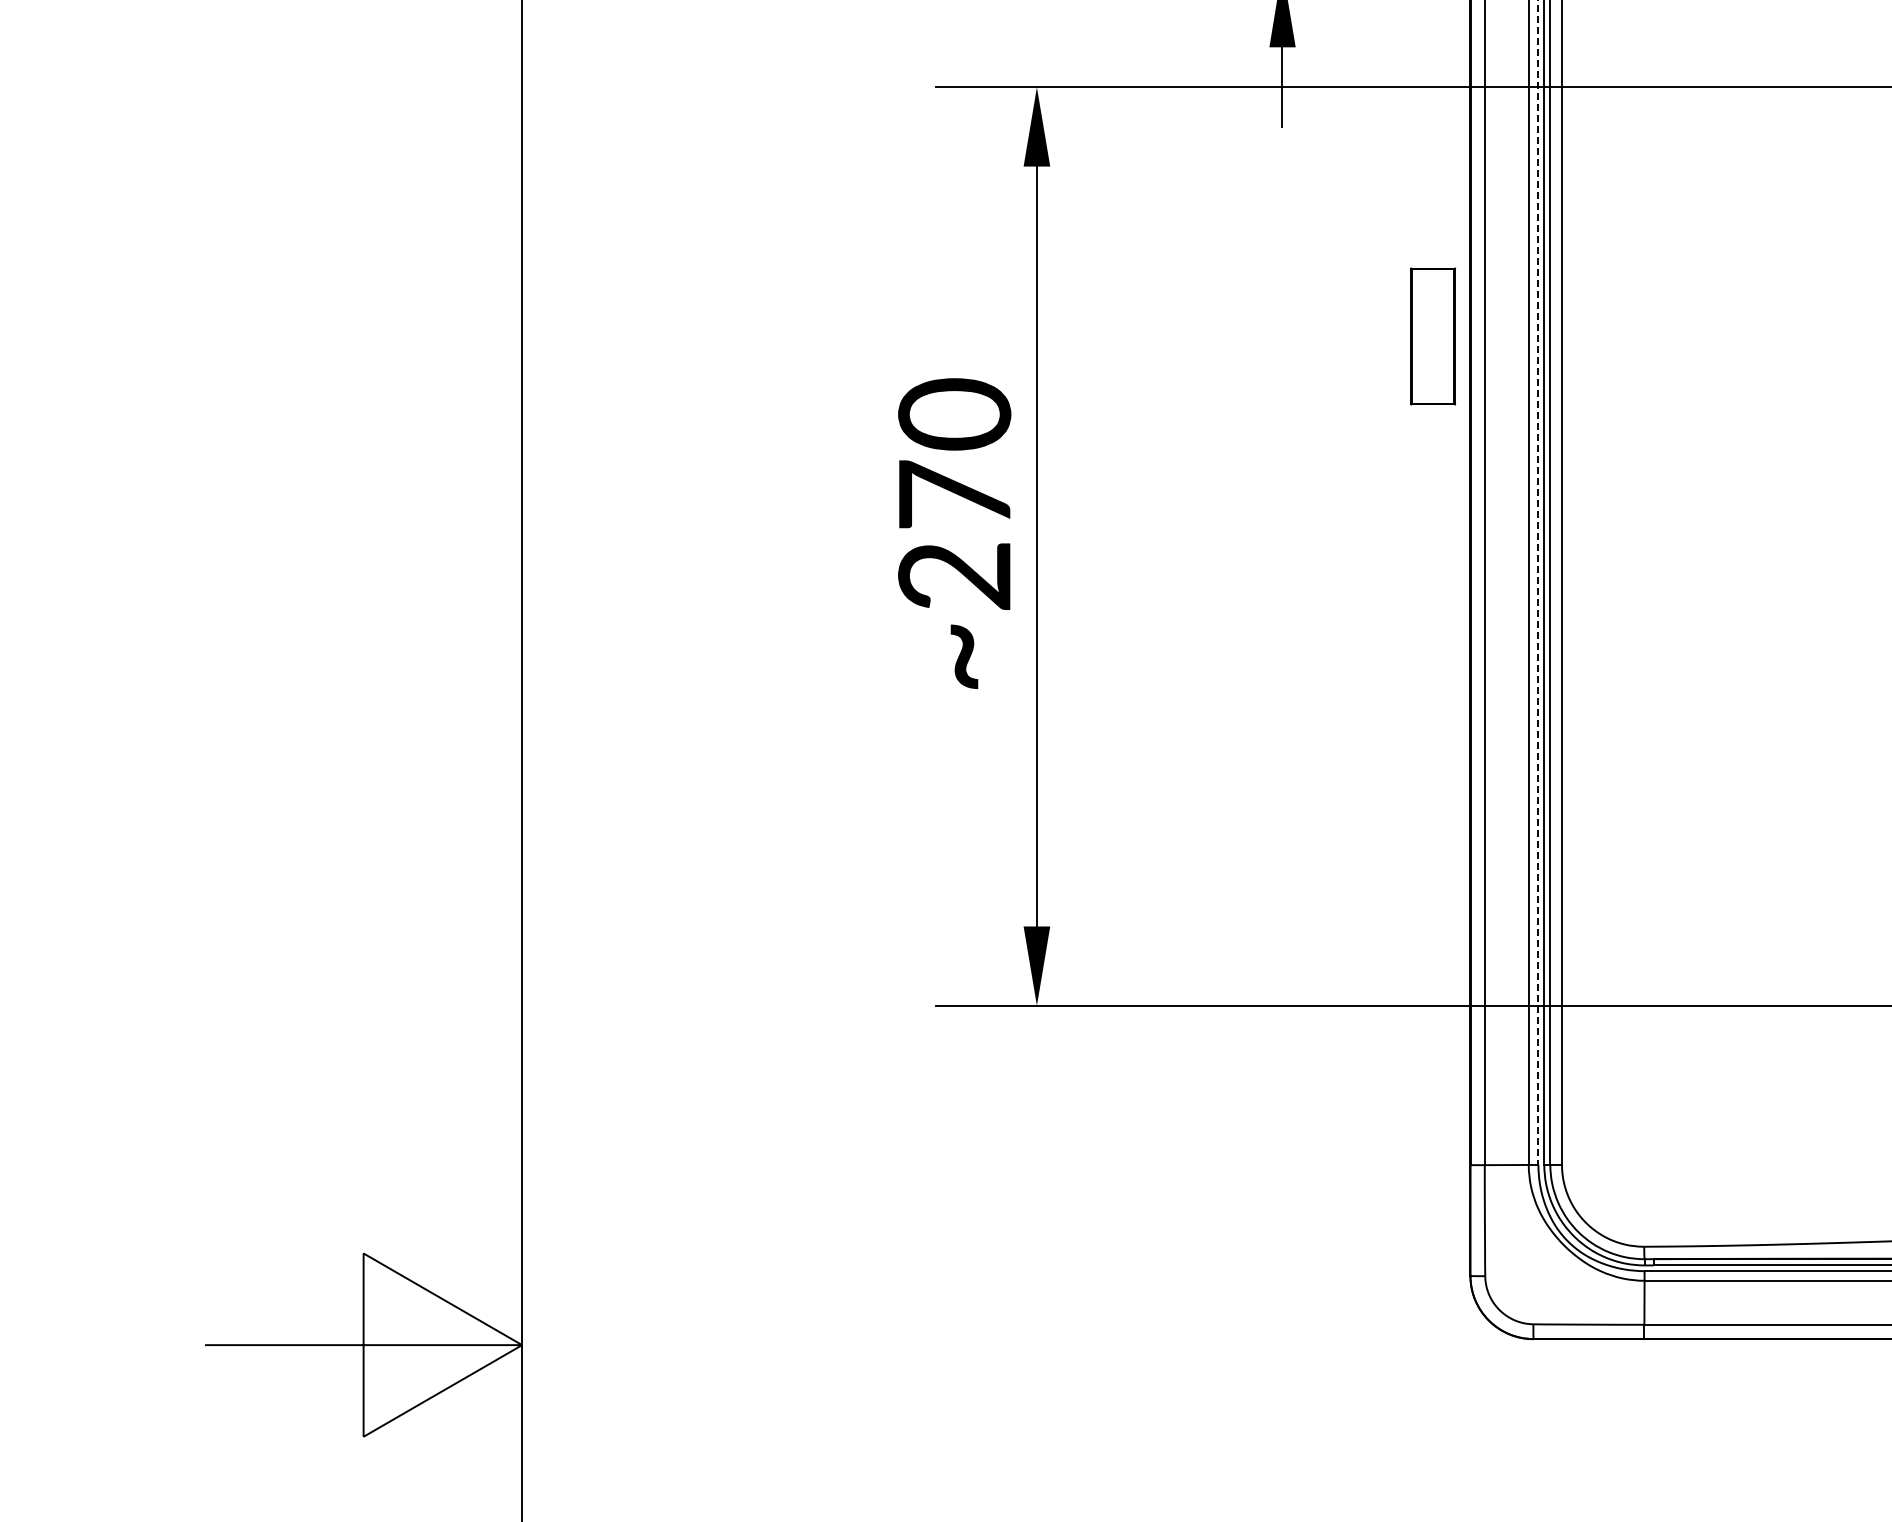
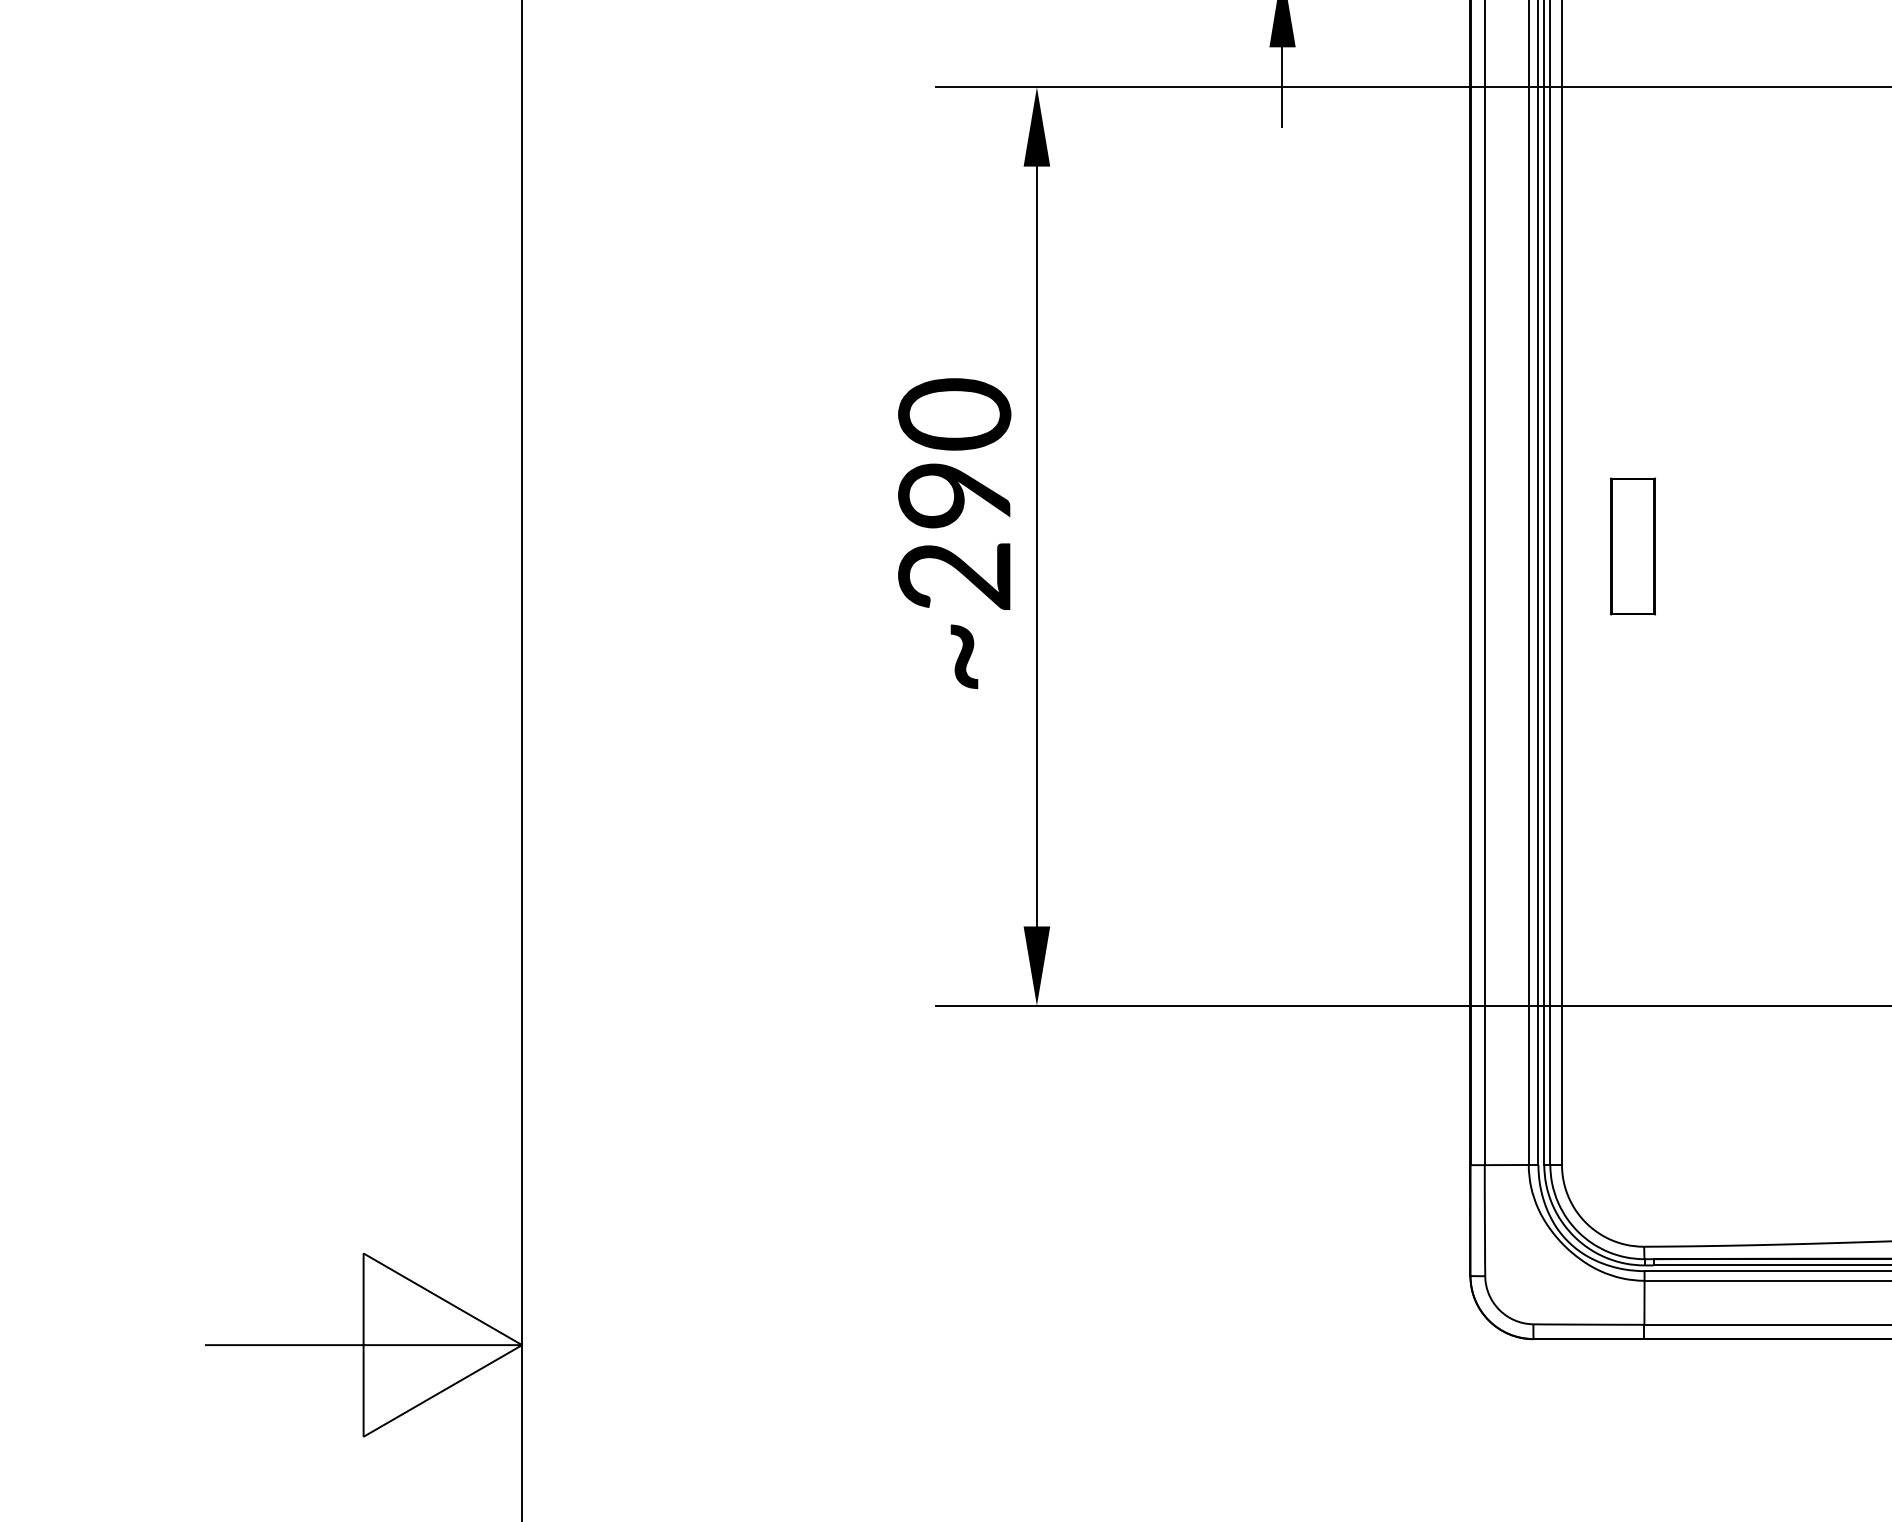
part at (1433, 336) position: (1433, 336) -> (1633, 546)
text at (954, 494): ~270 -> ~290
line at (1538, 583): dashed -> solid
